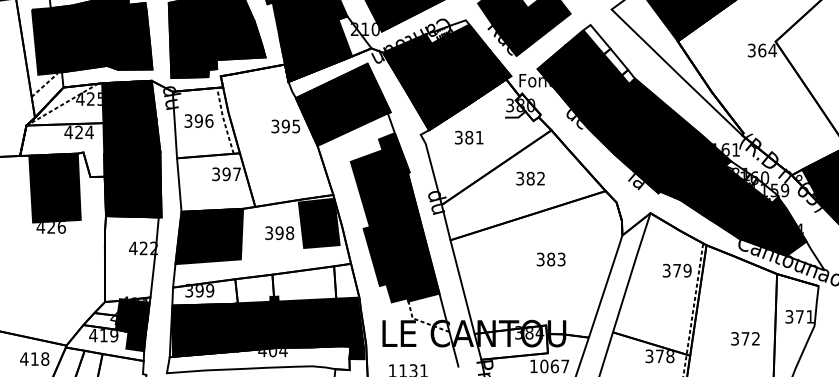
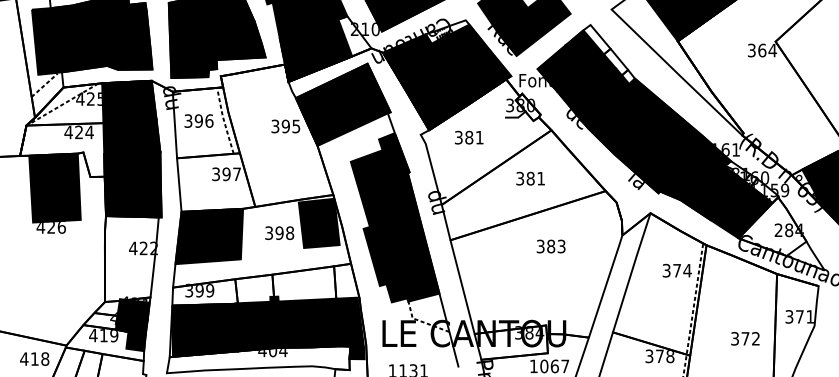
text at (540, 178): 382 -> 381
fill at (772, 226): present -> none
text at (550, 259) position: (550, 259) -> (550, 246)
text at (687, 270): 379 -> 374
